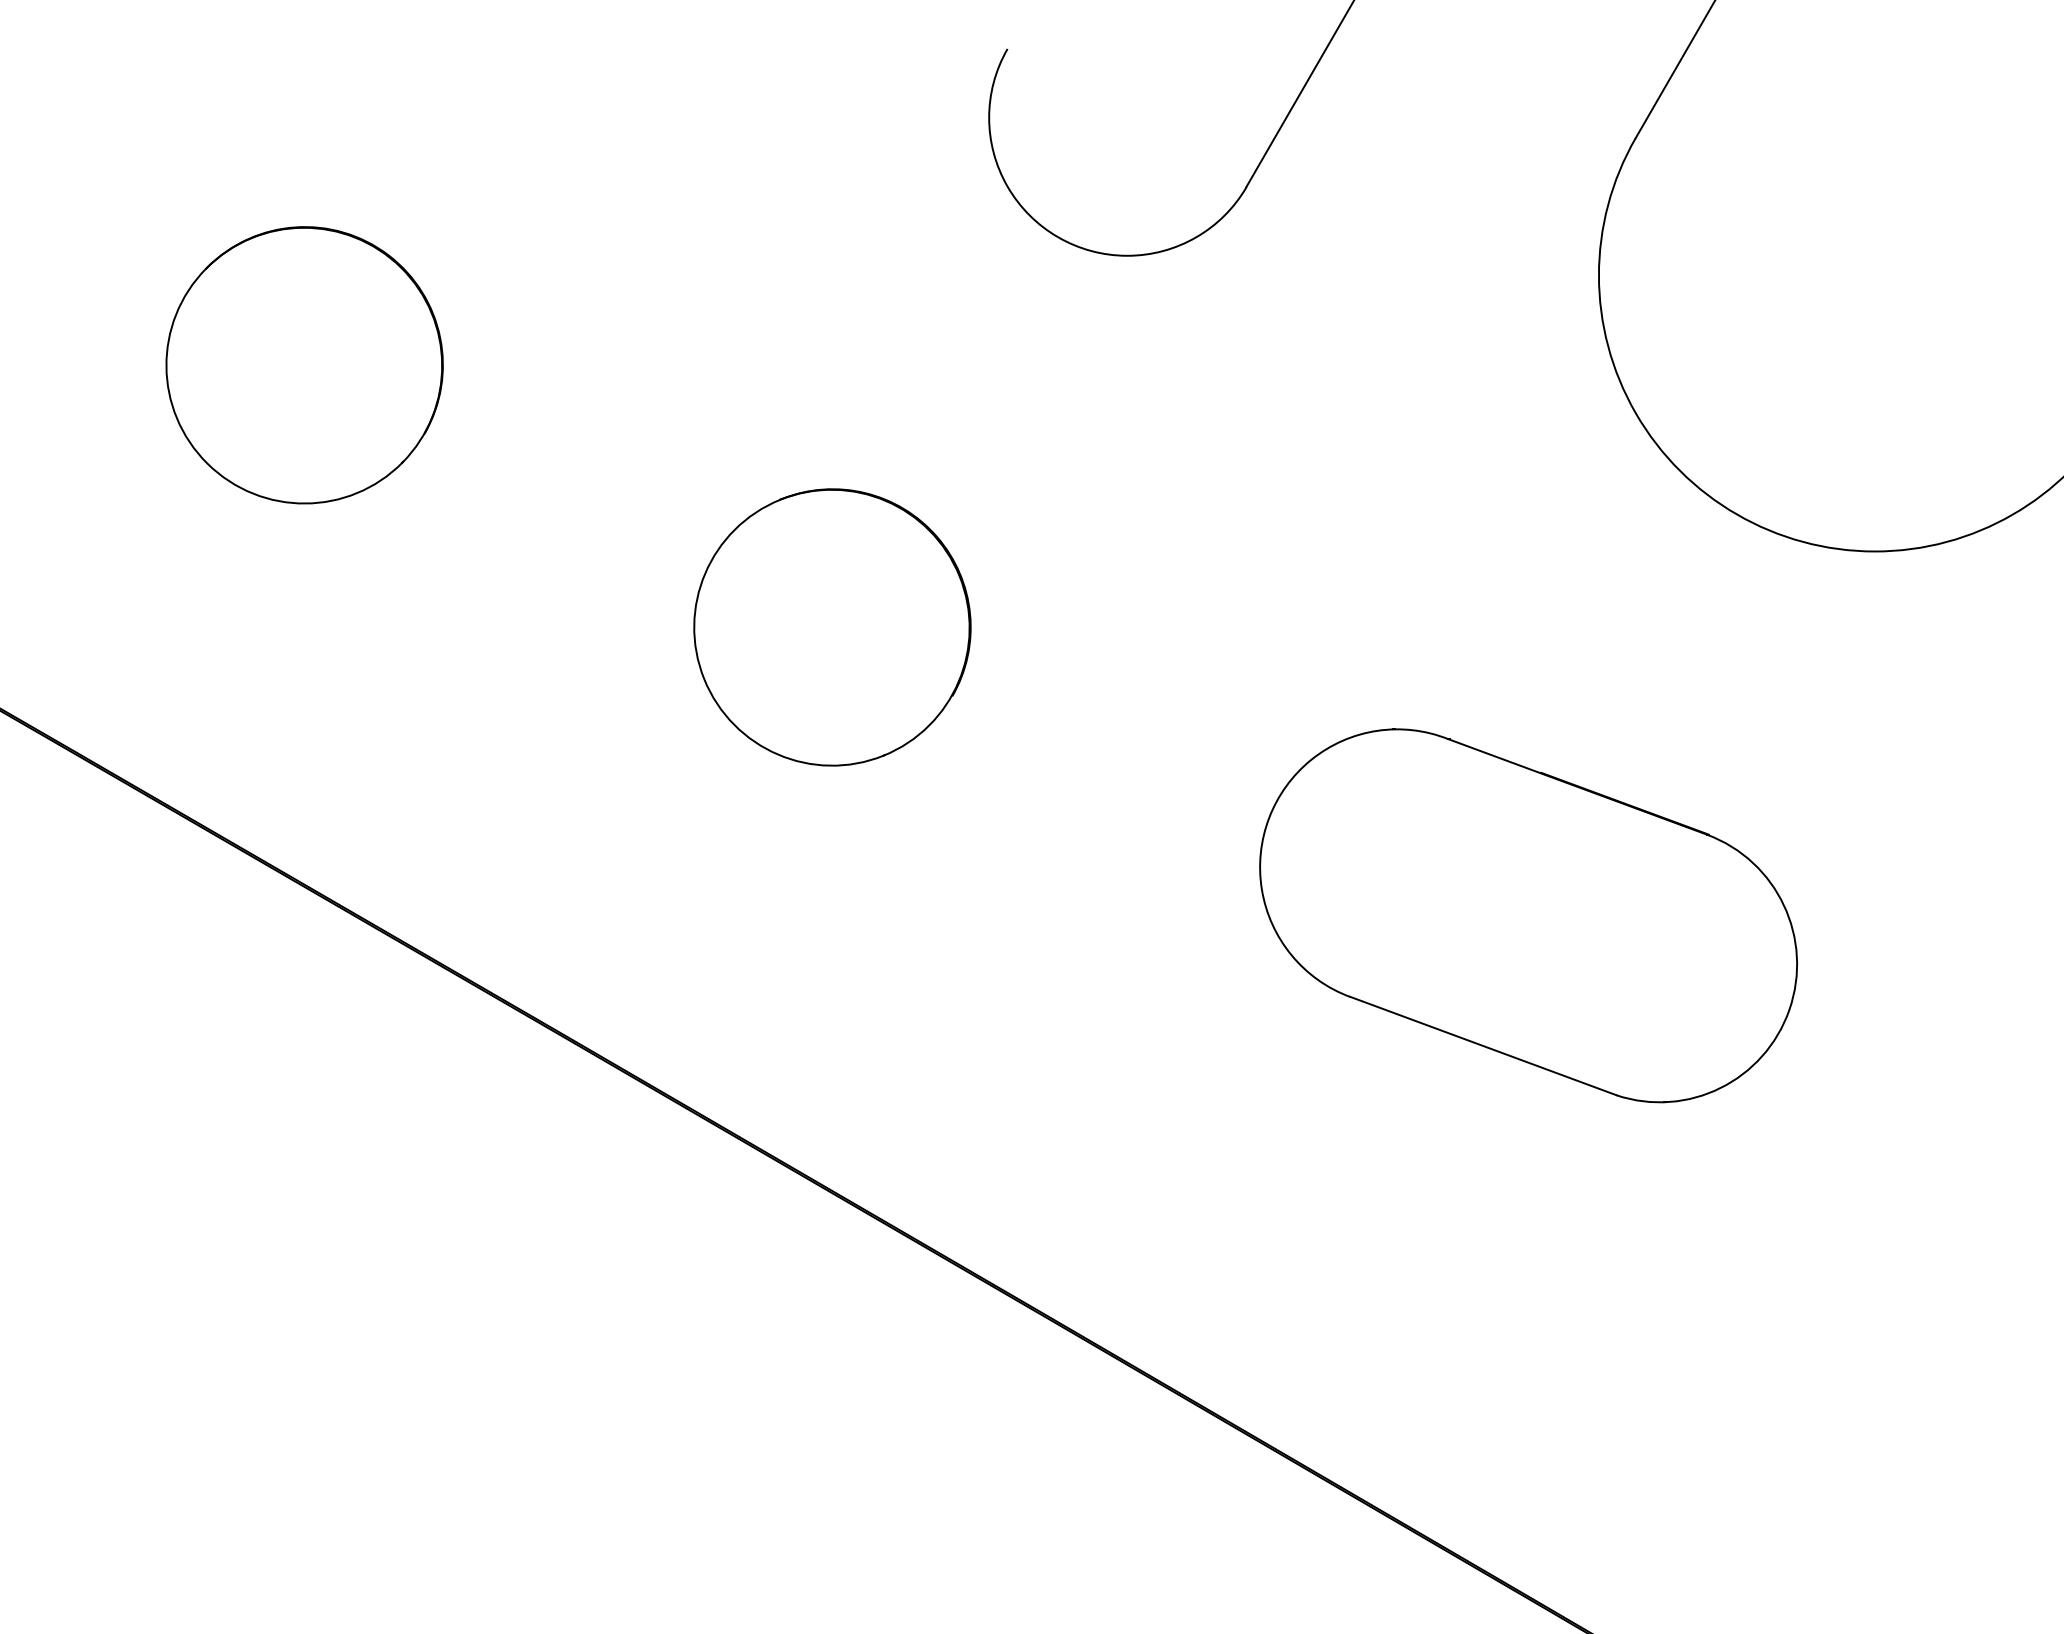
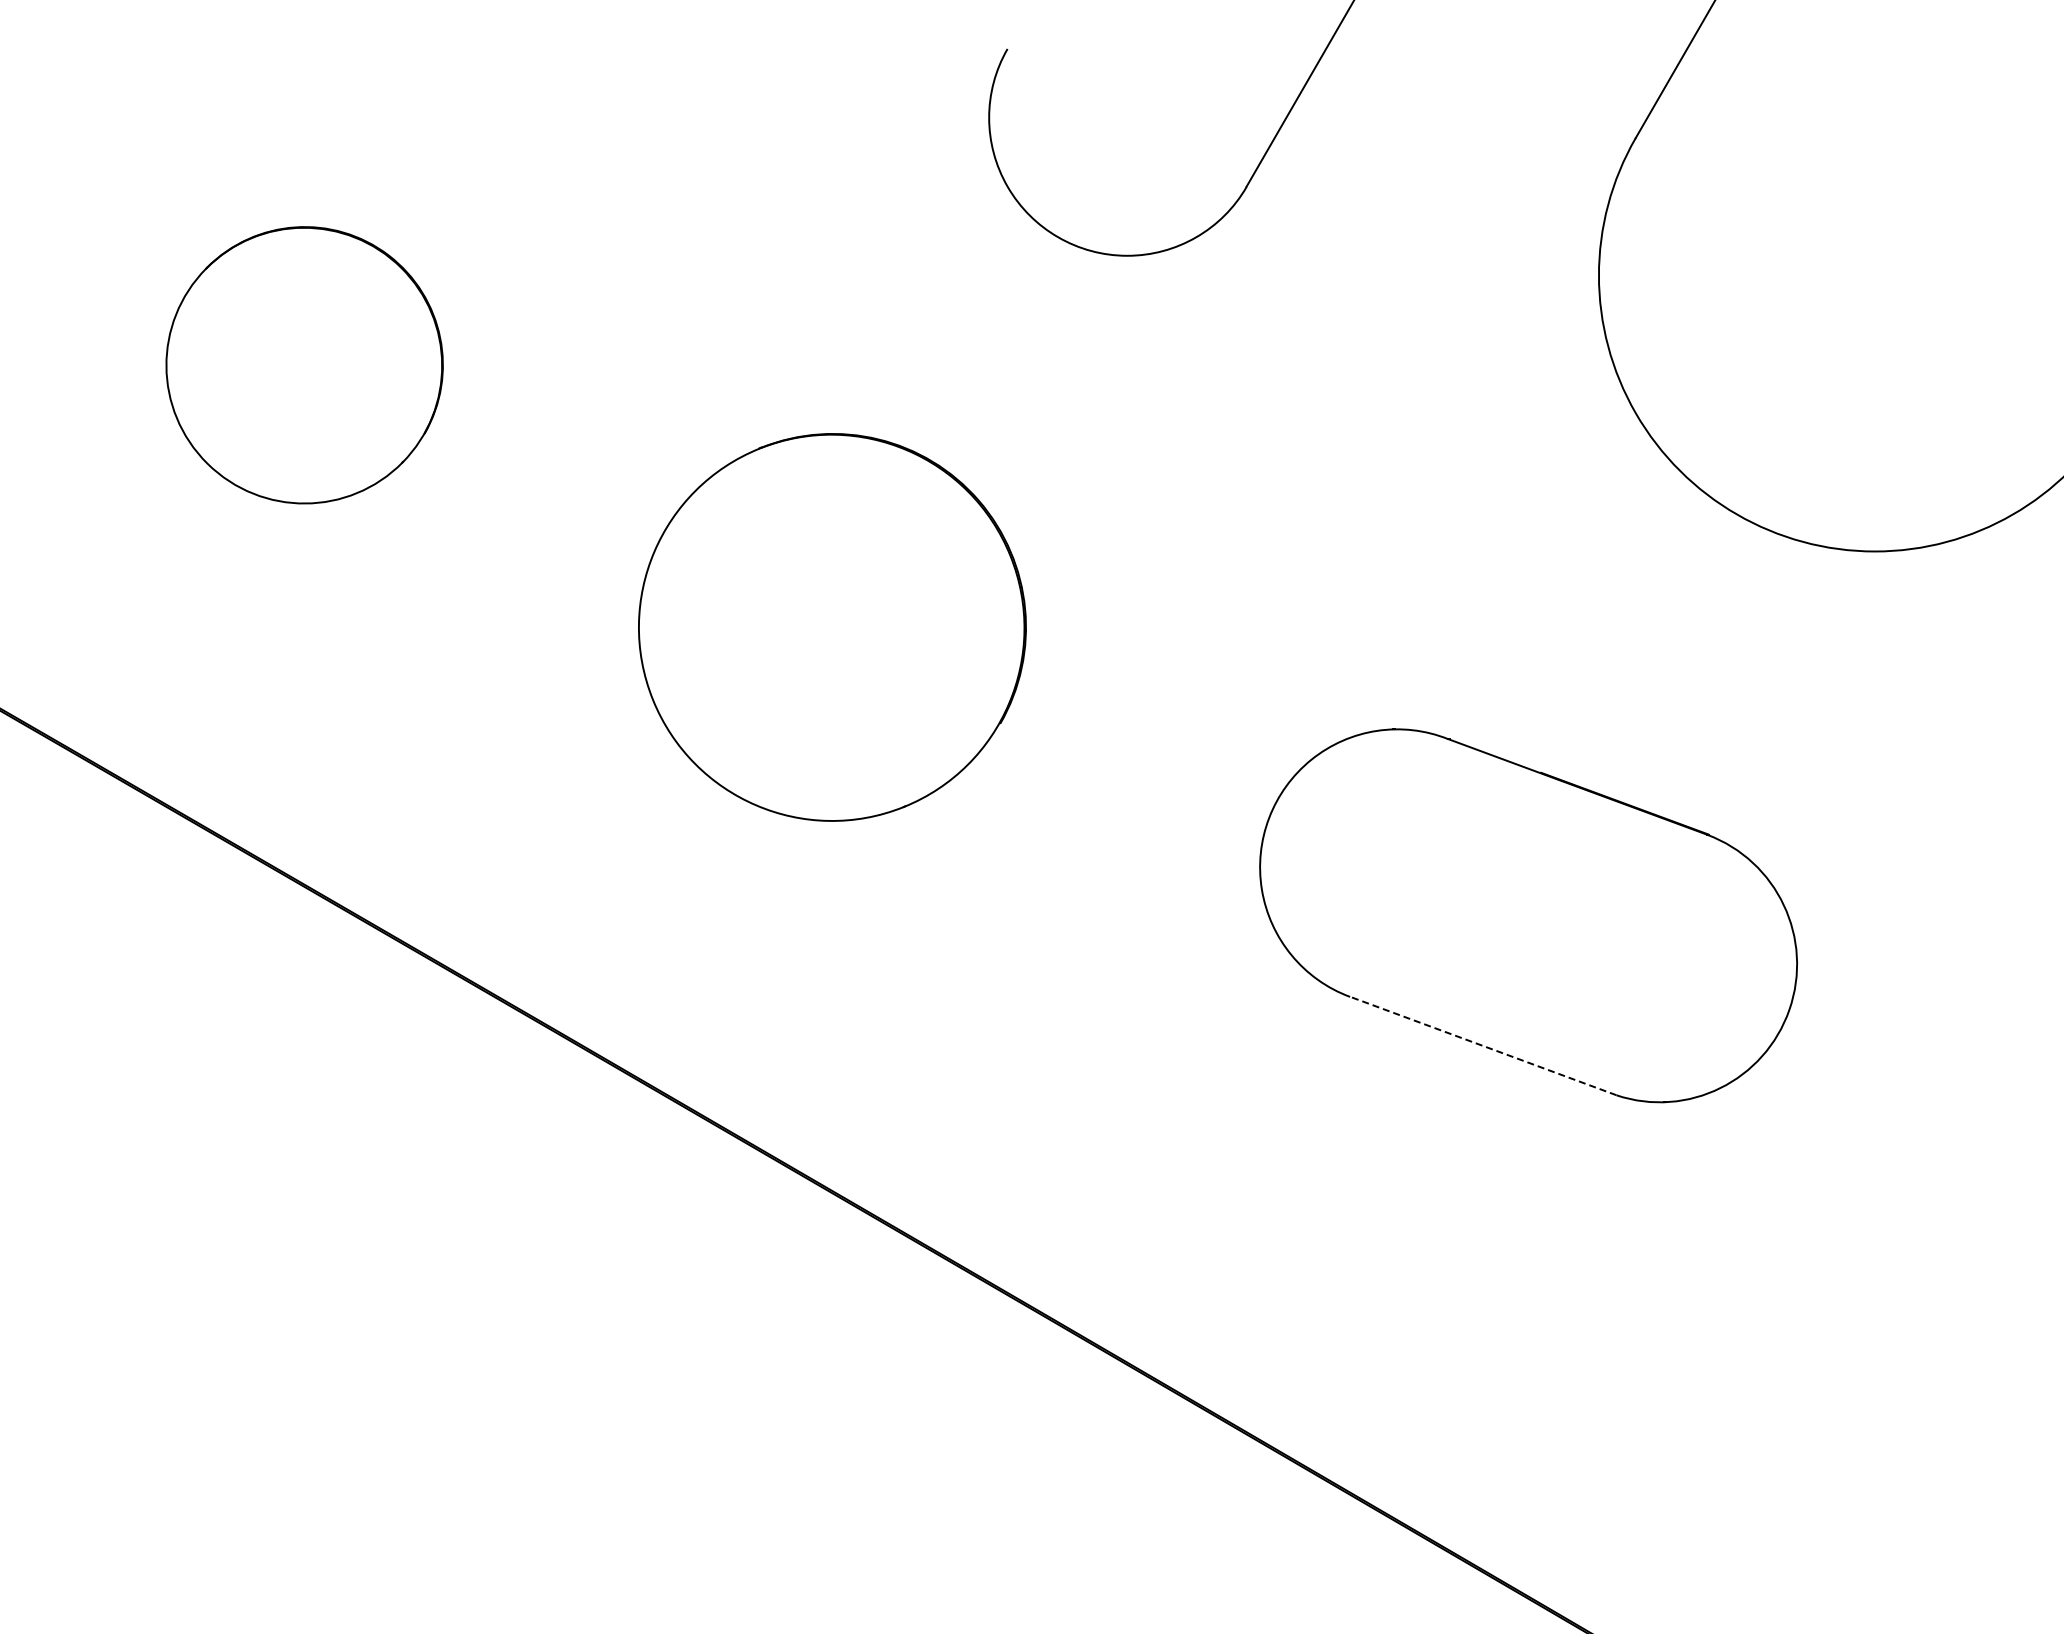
part at (832, 627) size: 279x279 px -> 389x389 px
line at (1483, 1046): solid -> dashed
